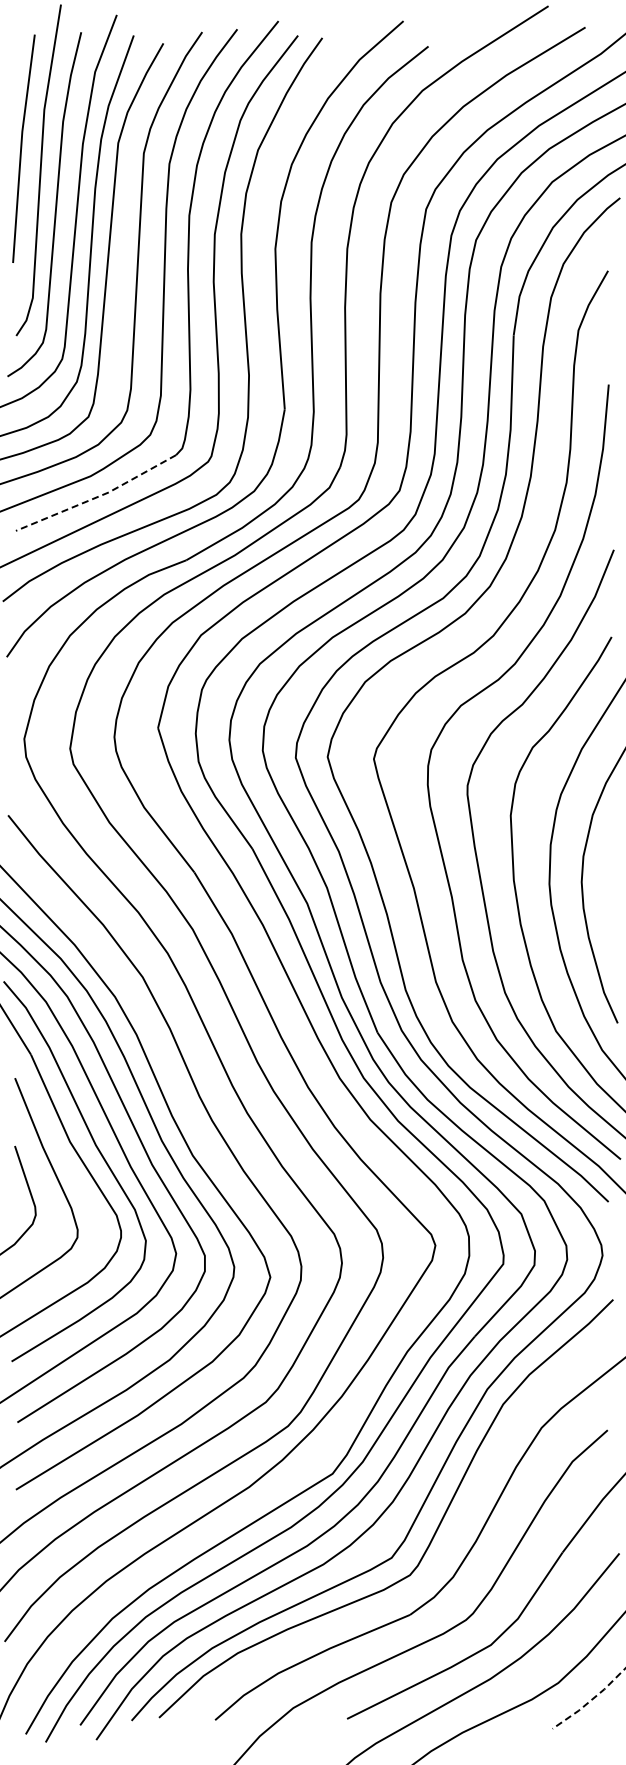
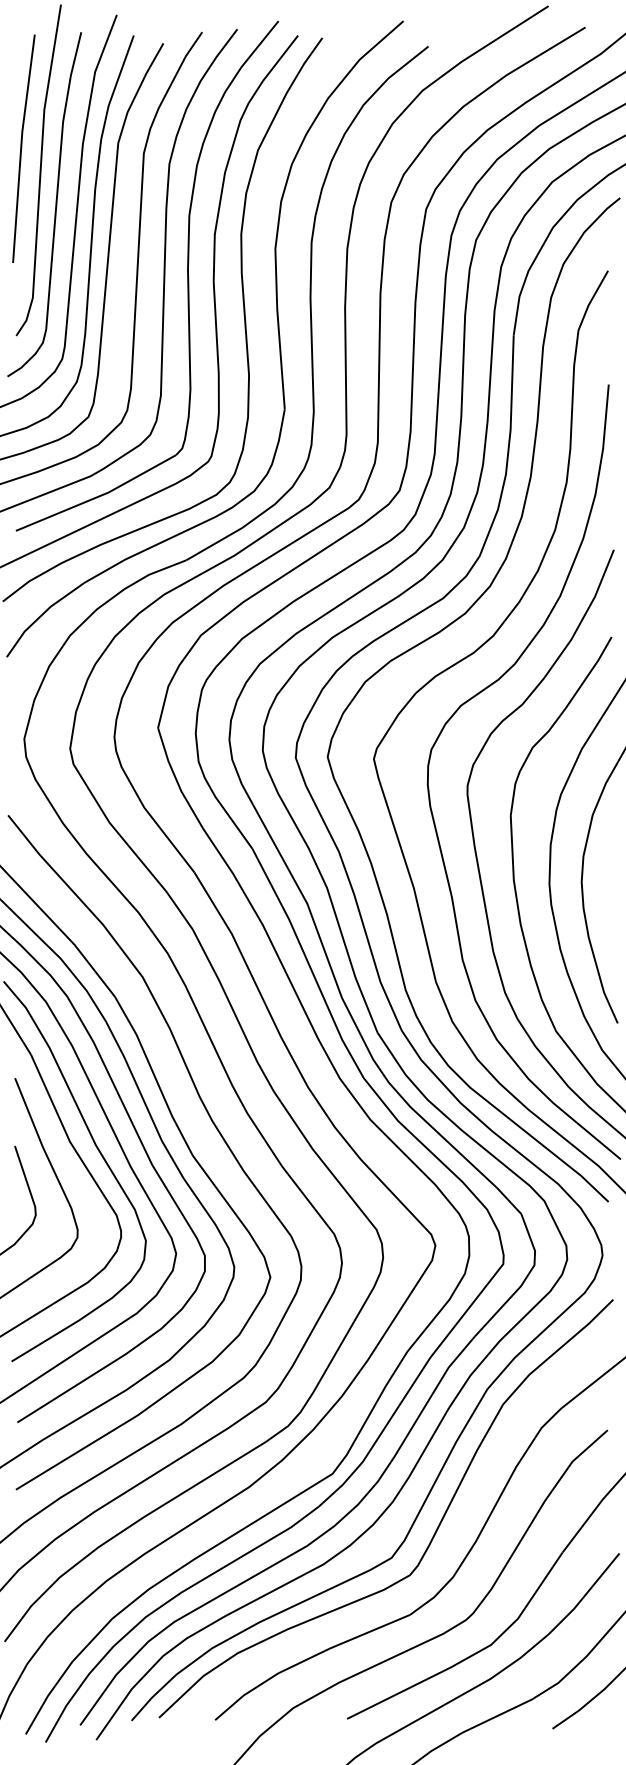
line at (98, 496): dashed -> solid
line at (590, 1700): dashed -> solid
